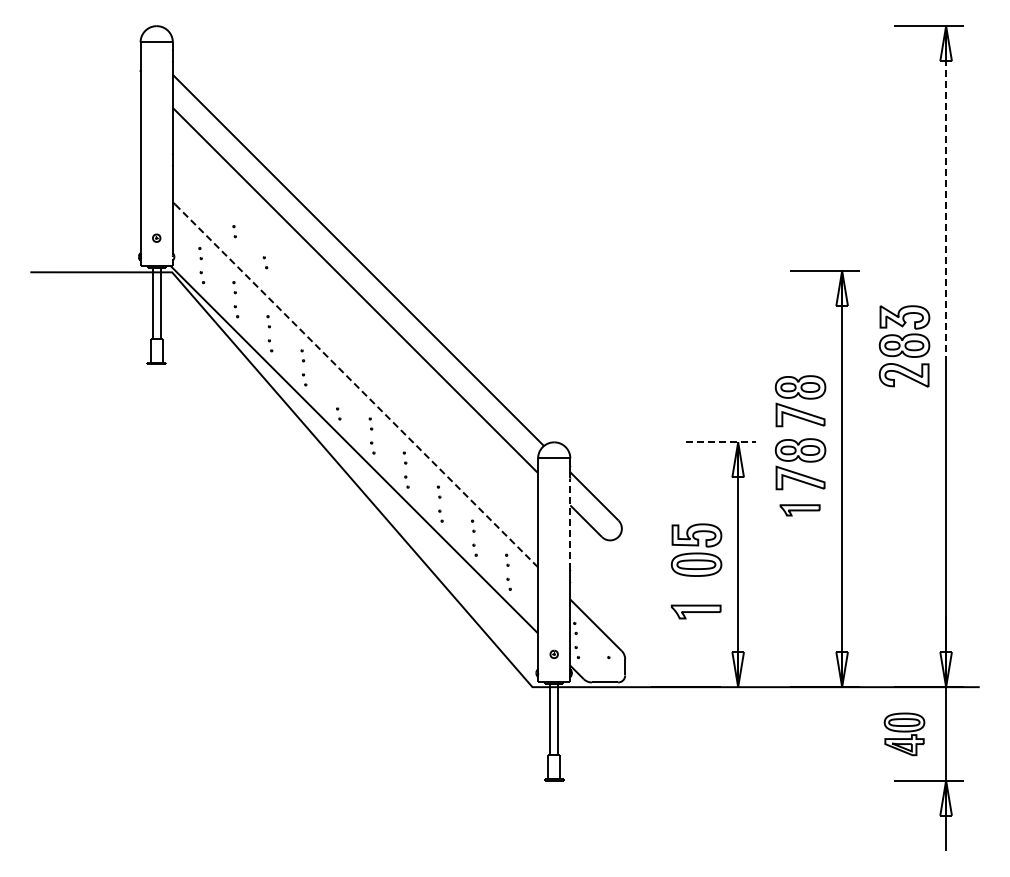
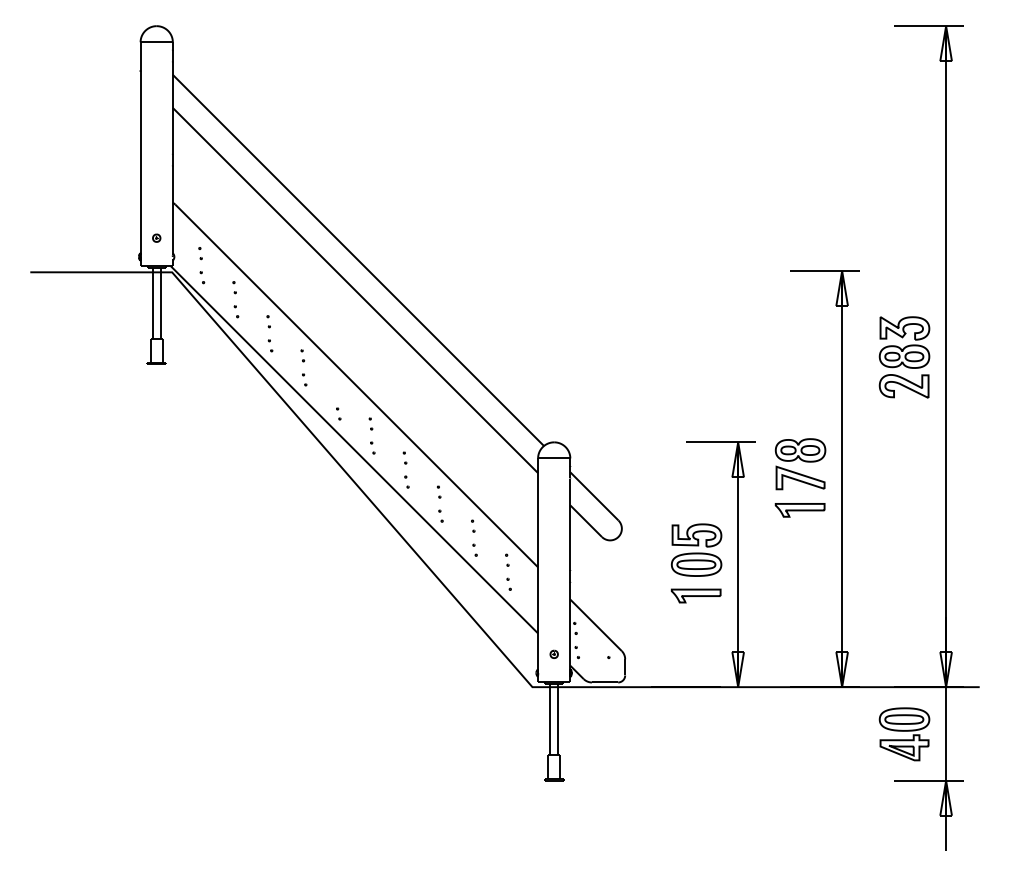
line at (946, 191): dashed -> solid
part at (234, 231): present -> none
part at (265, 262): present -> none
part at (904, 346) position: (904, 346) -> (904, 357)
line at (356, 385): dashed -> solid
part at (800, 401): present -> none
line at (721, 442): dashed -> solid
part at (799, 510) size: 42x13 px -> 52x15 px
line at (570, 524): dashed -> solid
part at (695, 611) position: (695, 611) -> (695, 595)
part at (904, 734) size: 43x45 px -> 53x55 px
